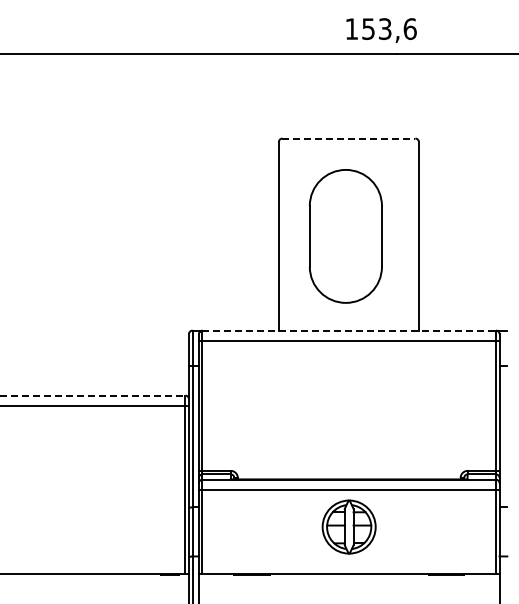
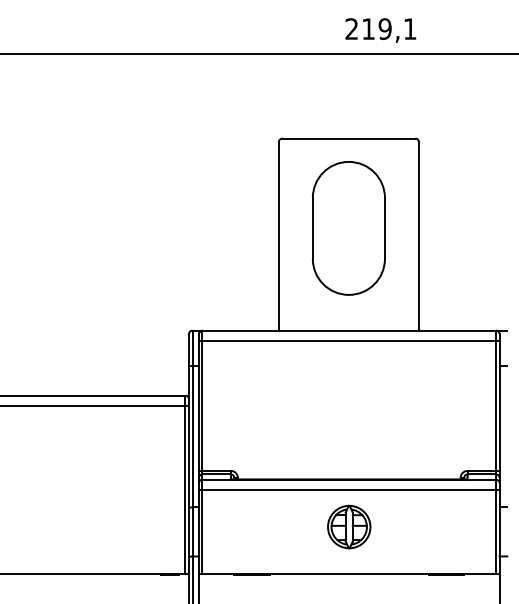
text at (380, 29): 153,6 -> 219,1
line at (349, 138): dashed -> solid
part at (345, 236) position: (345, 236) -> (348, 228)
line at (349, 330): dashed -> solid
line at (93, 395): dashed -> solid
part at (348, 526) size: 56x56 px -> 45x46 px
